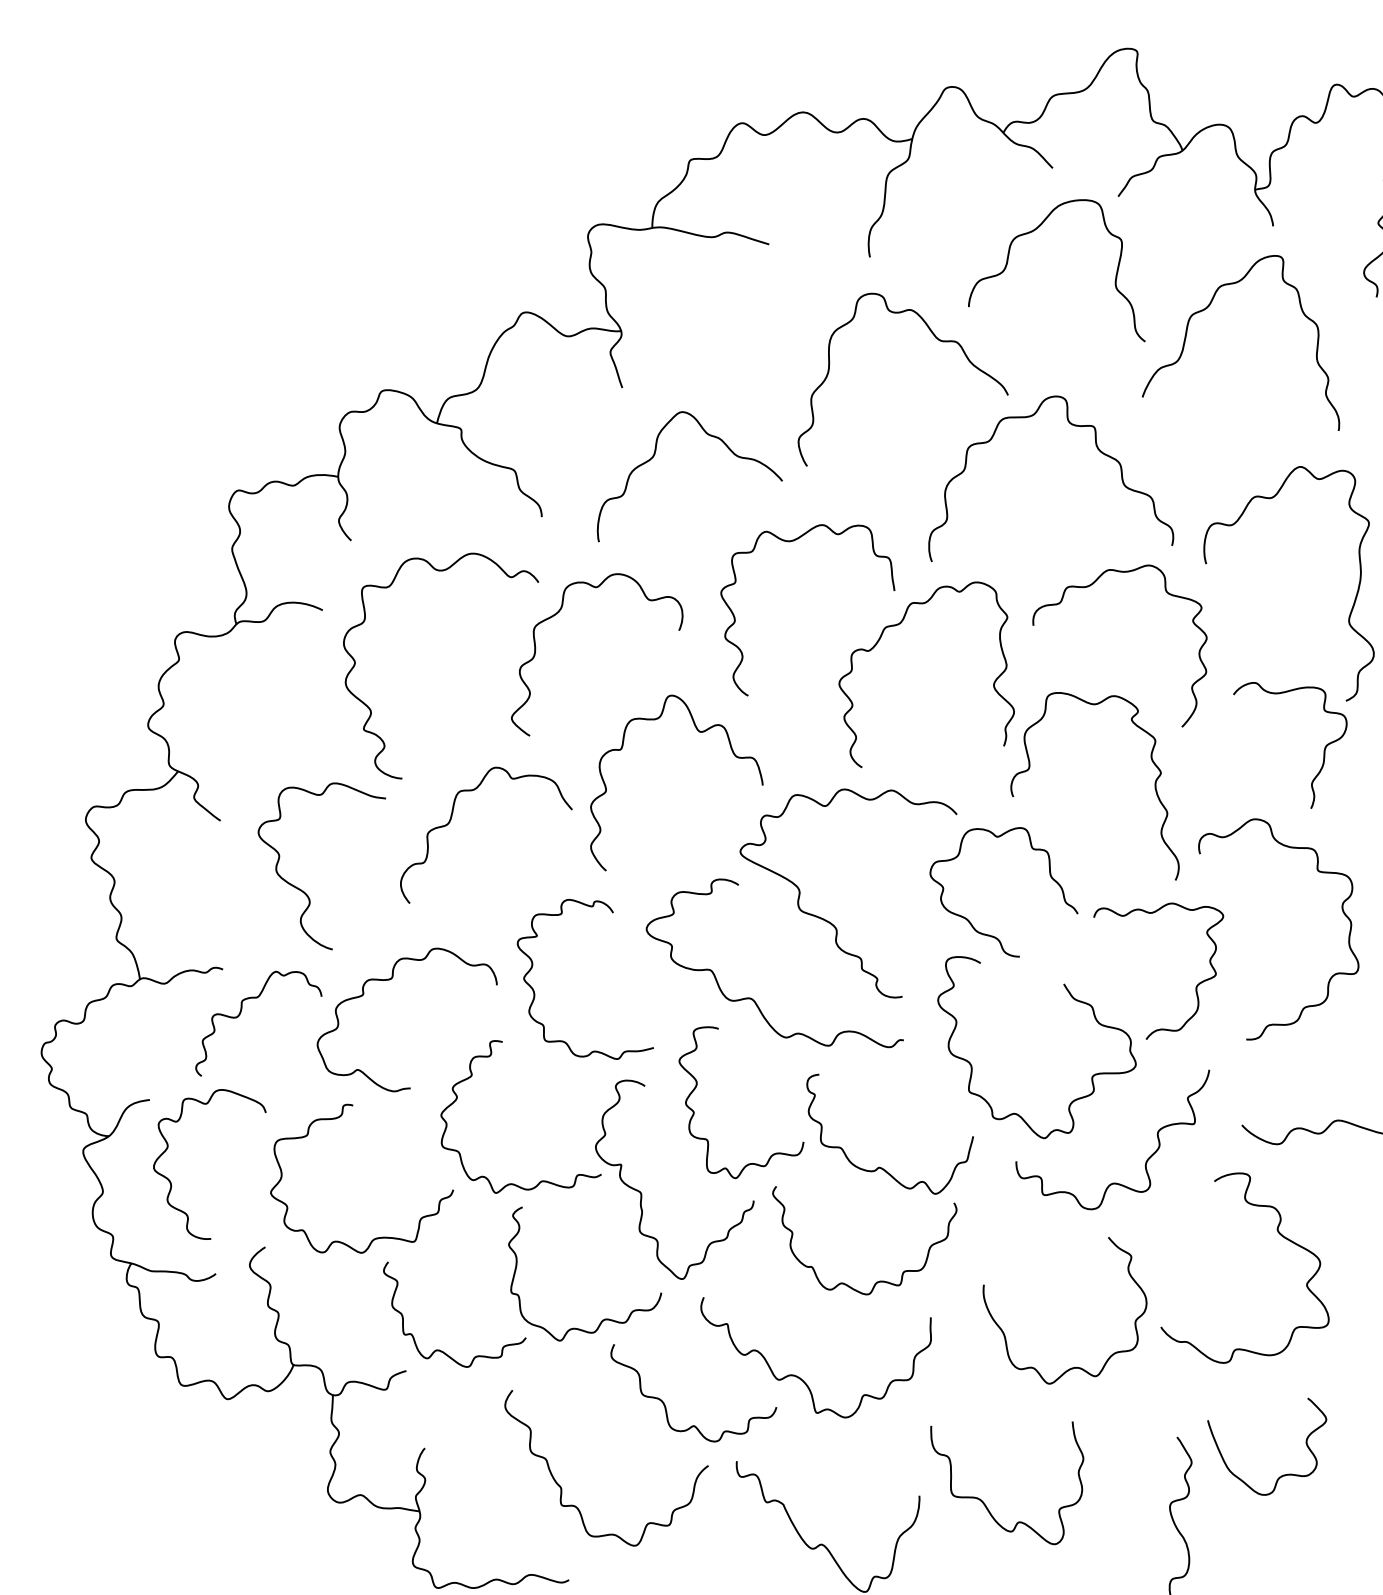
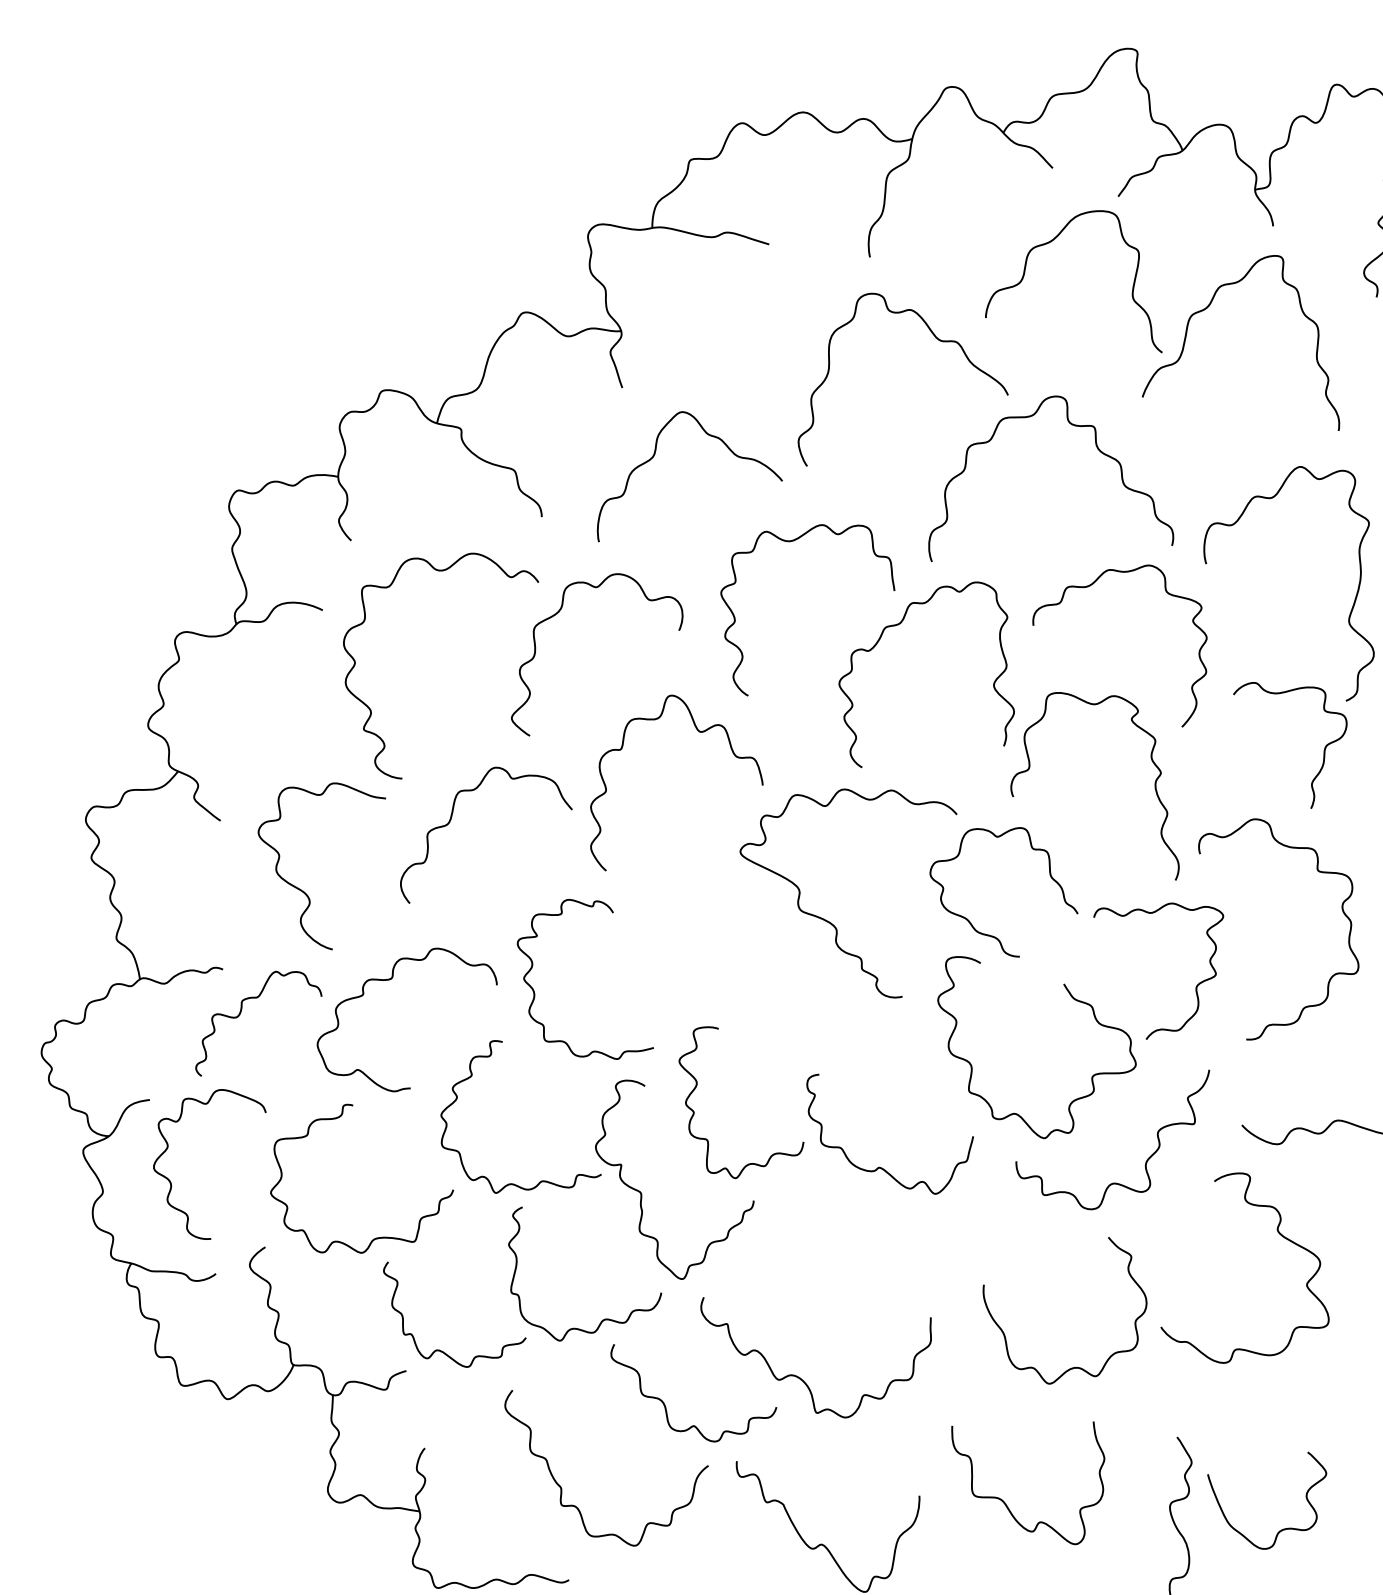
curve at (1034, 231) position: (1034, 231) -> (1051, 242)
curve at (752, 998): present -> none
curve at (879, 1280): present -> none
curve at (1281, 1475) position: (1281, 1475) -> (1281, 1529)
curve at (984, 1502) position: (984, 1502) -> (1005, 1502)
